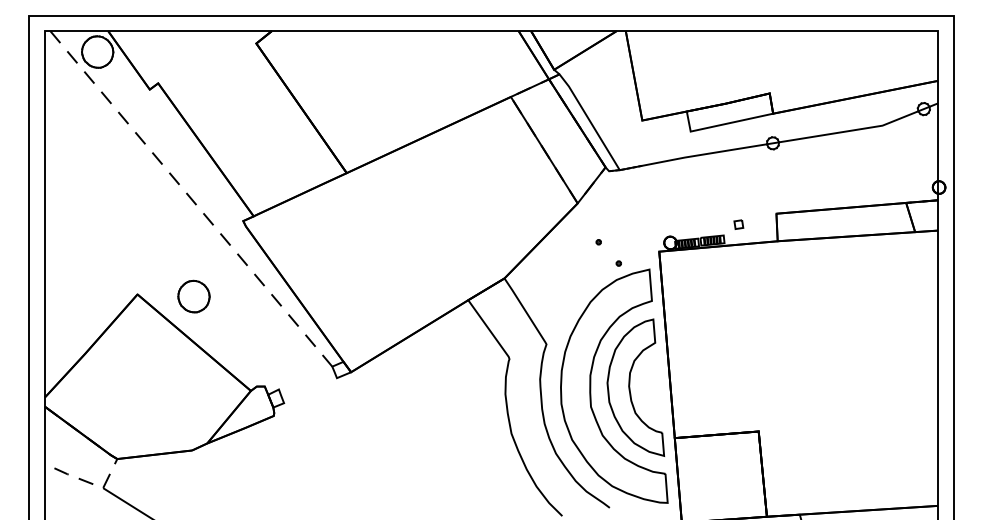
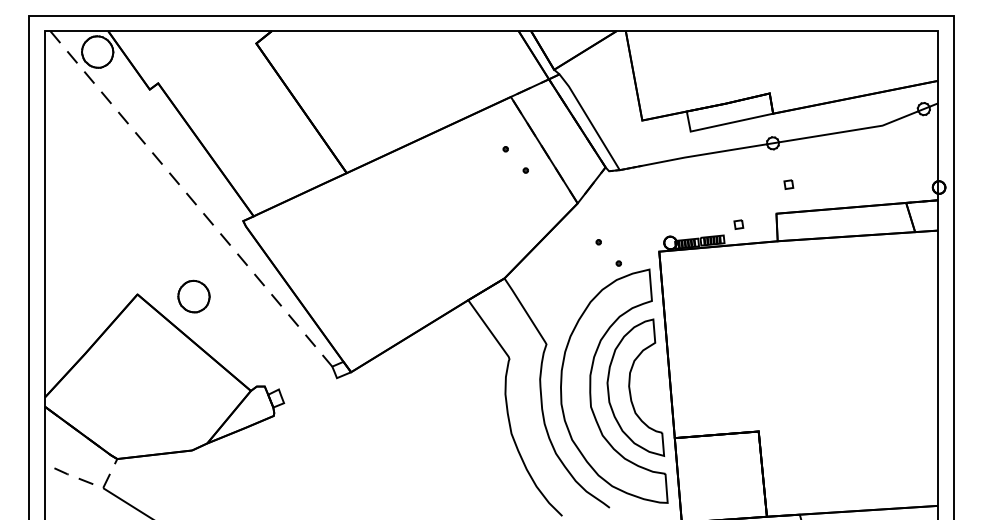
part at (508, 151): none -> present
part at (788, 184): none -> present
